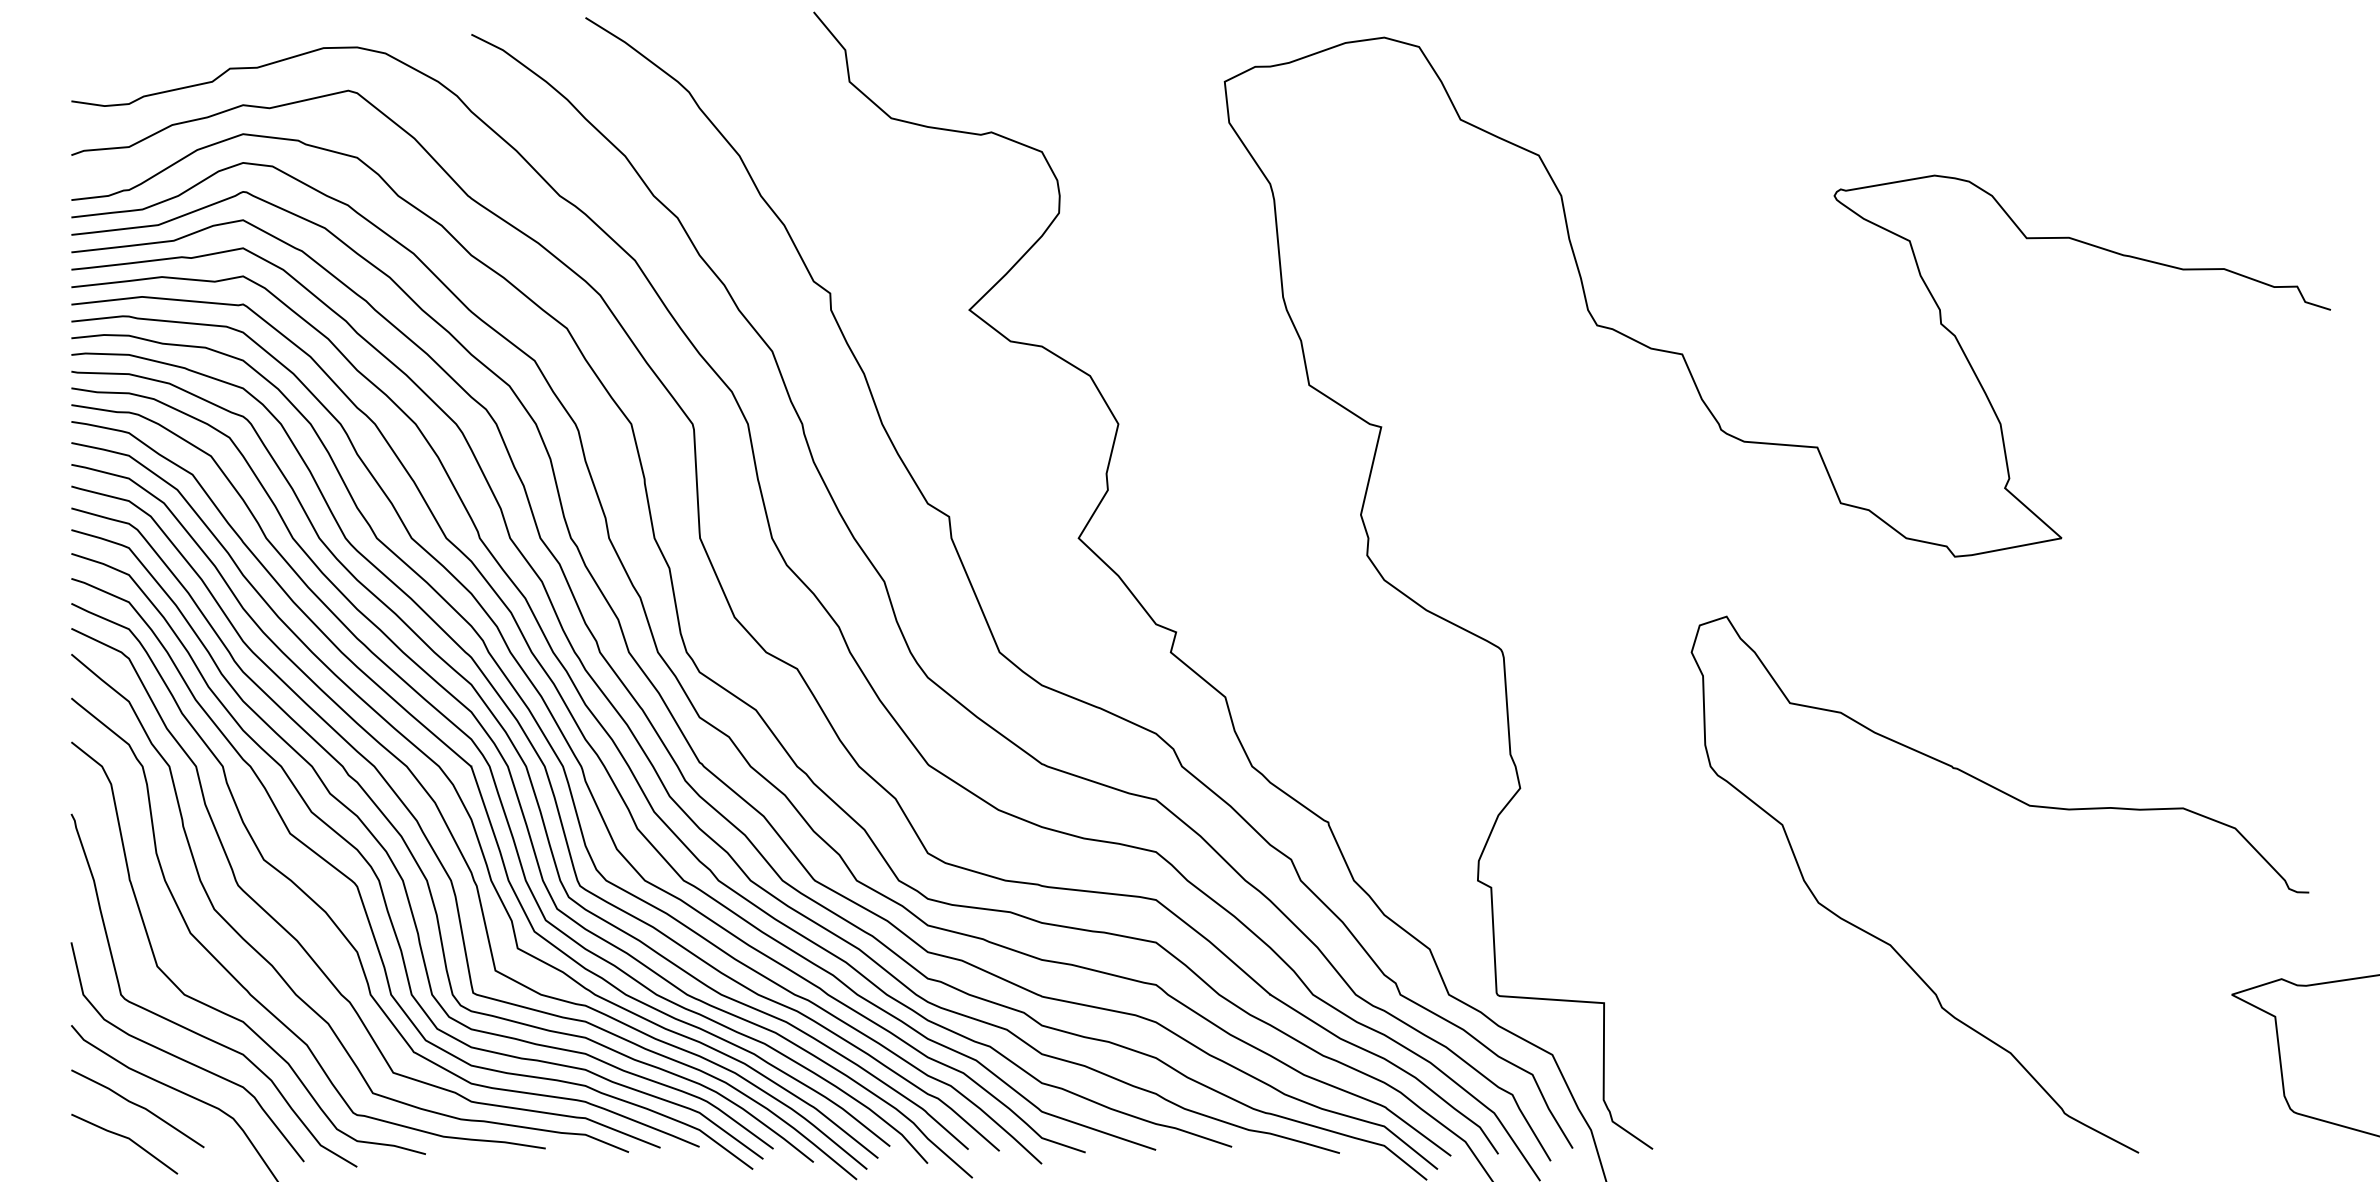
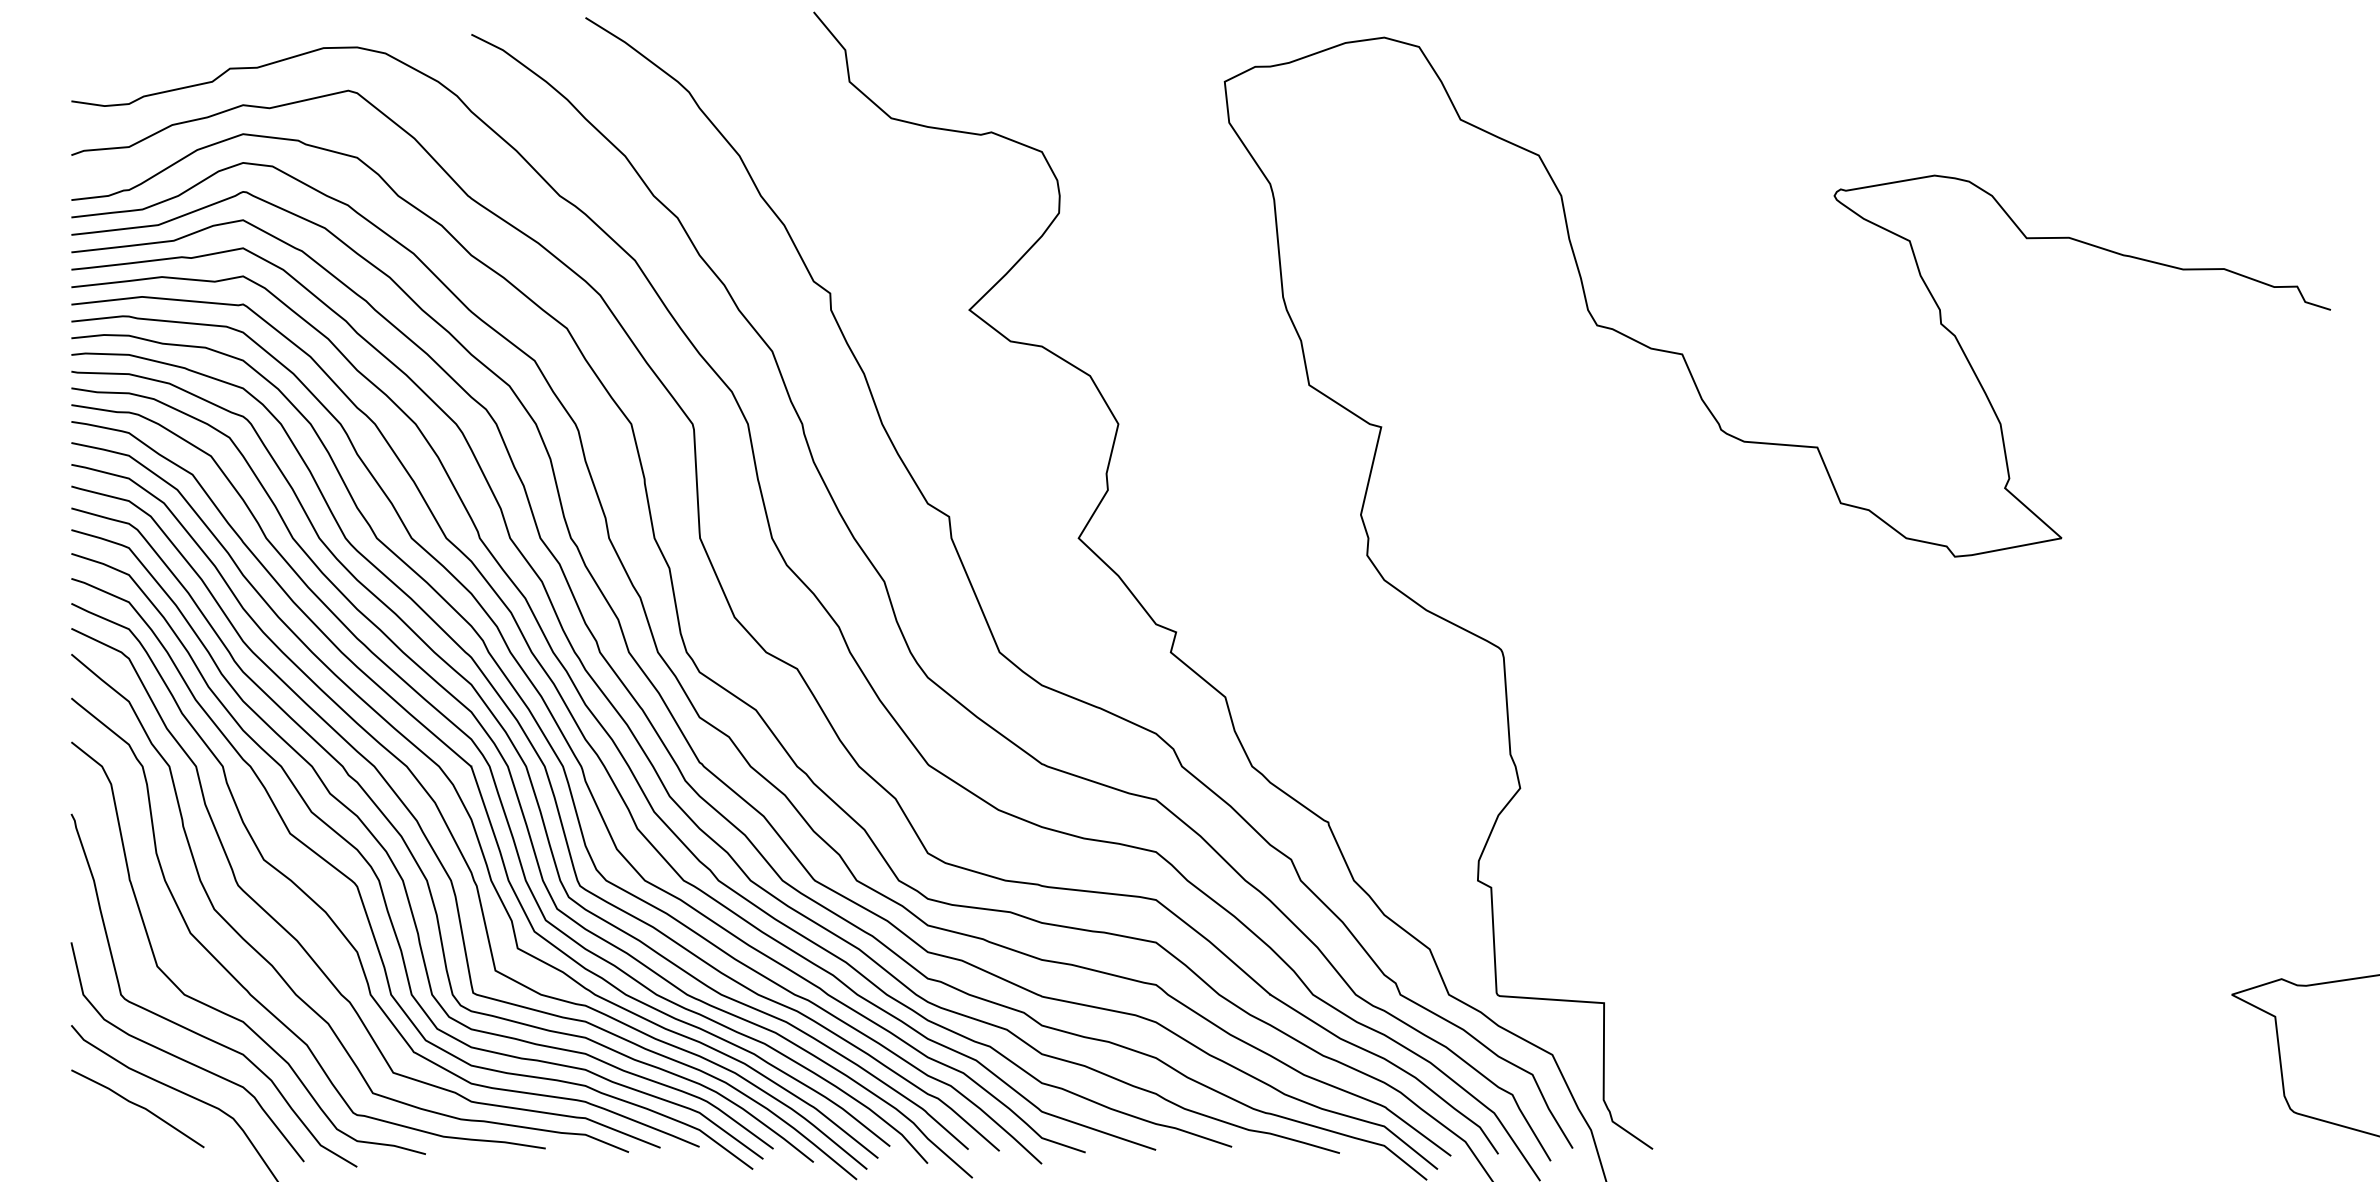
curve at (2028, 806): present -> none
line at (125, 1138): present -> none
